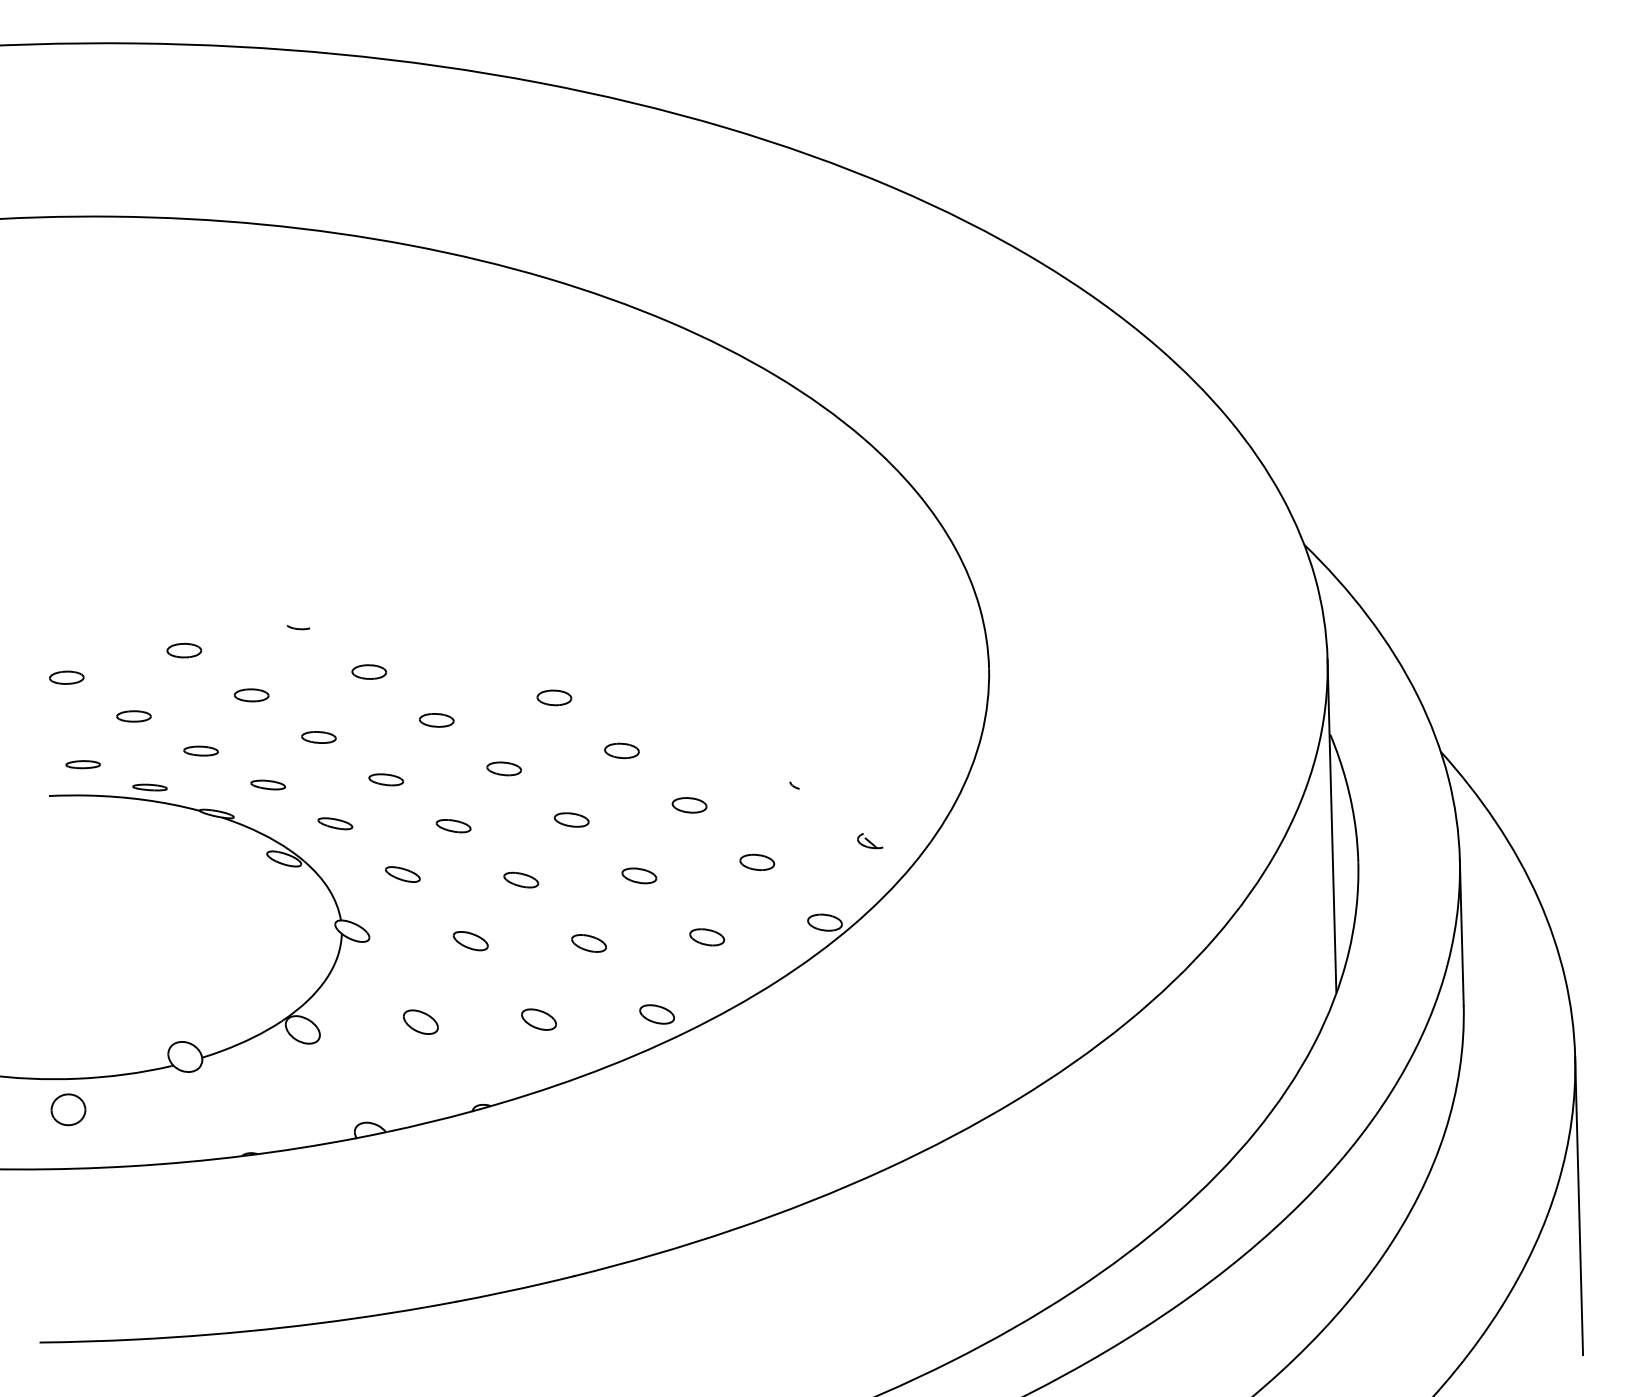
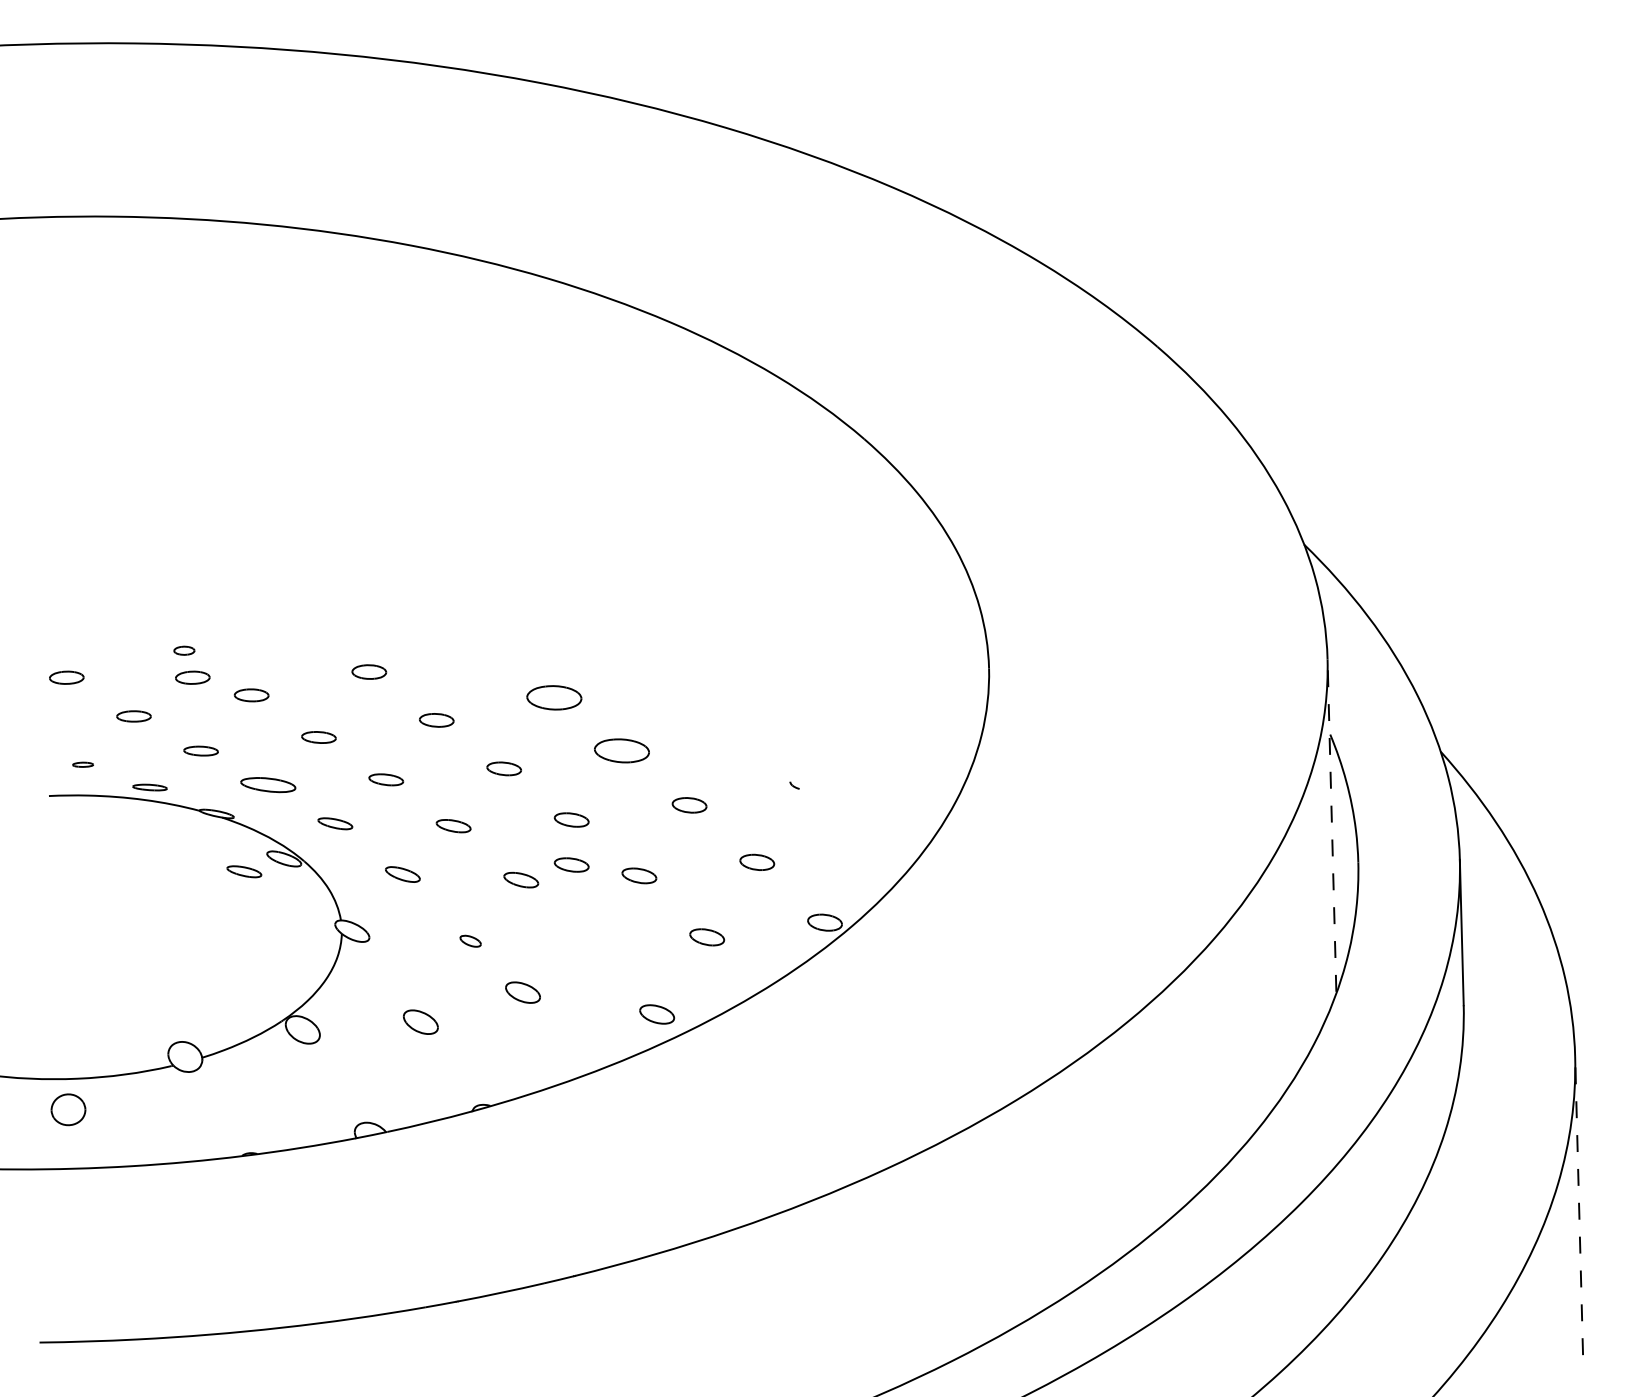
part at (298, 627): present -> none
part at (184, 650) size: 37x16 px -> 23x11 px
part at (192, 677): none -> present
part at (554, 697) size: 37x18 px -> 57x26 px
part at (621, 750) size: 36x18 px -> 56x26 px
part at (82, 764) size: 36x10 px -> 22x7 px
part at (267, 784) size: 36x12 px -> 57x17 px
line at (1331, 825): solid -> dashed
part at (870, 841): present -> none
part at (571, 864): none -> present
part at (244, 871): none -> present
part at (470, 941) size: 37x21 px -> 23x14 px
part at (588, 943): present -> none
part at (538, 1019) position: (538, 1019) -> (522, 992)
line at (1579, 1205): solid -> dashed
